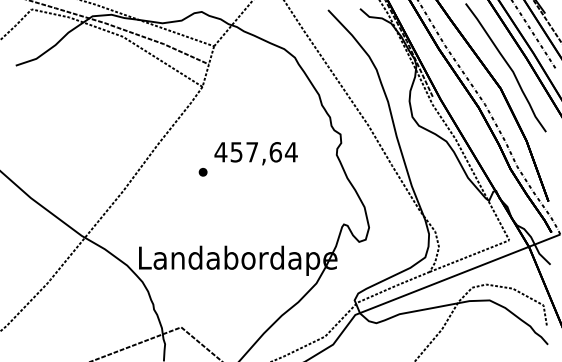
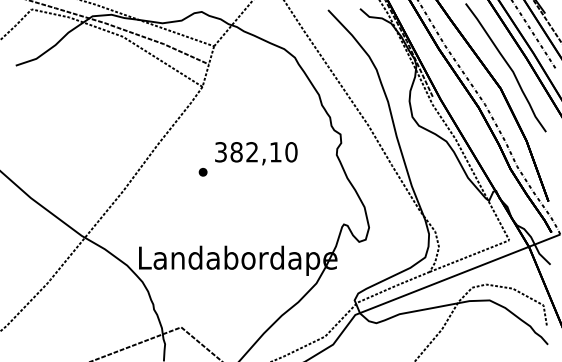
text at (255, 152): 457,64 -> 382,10
